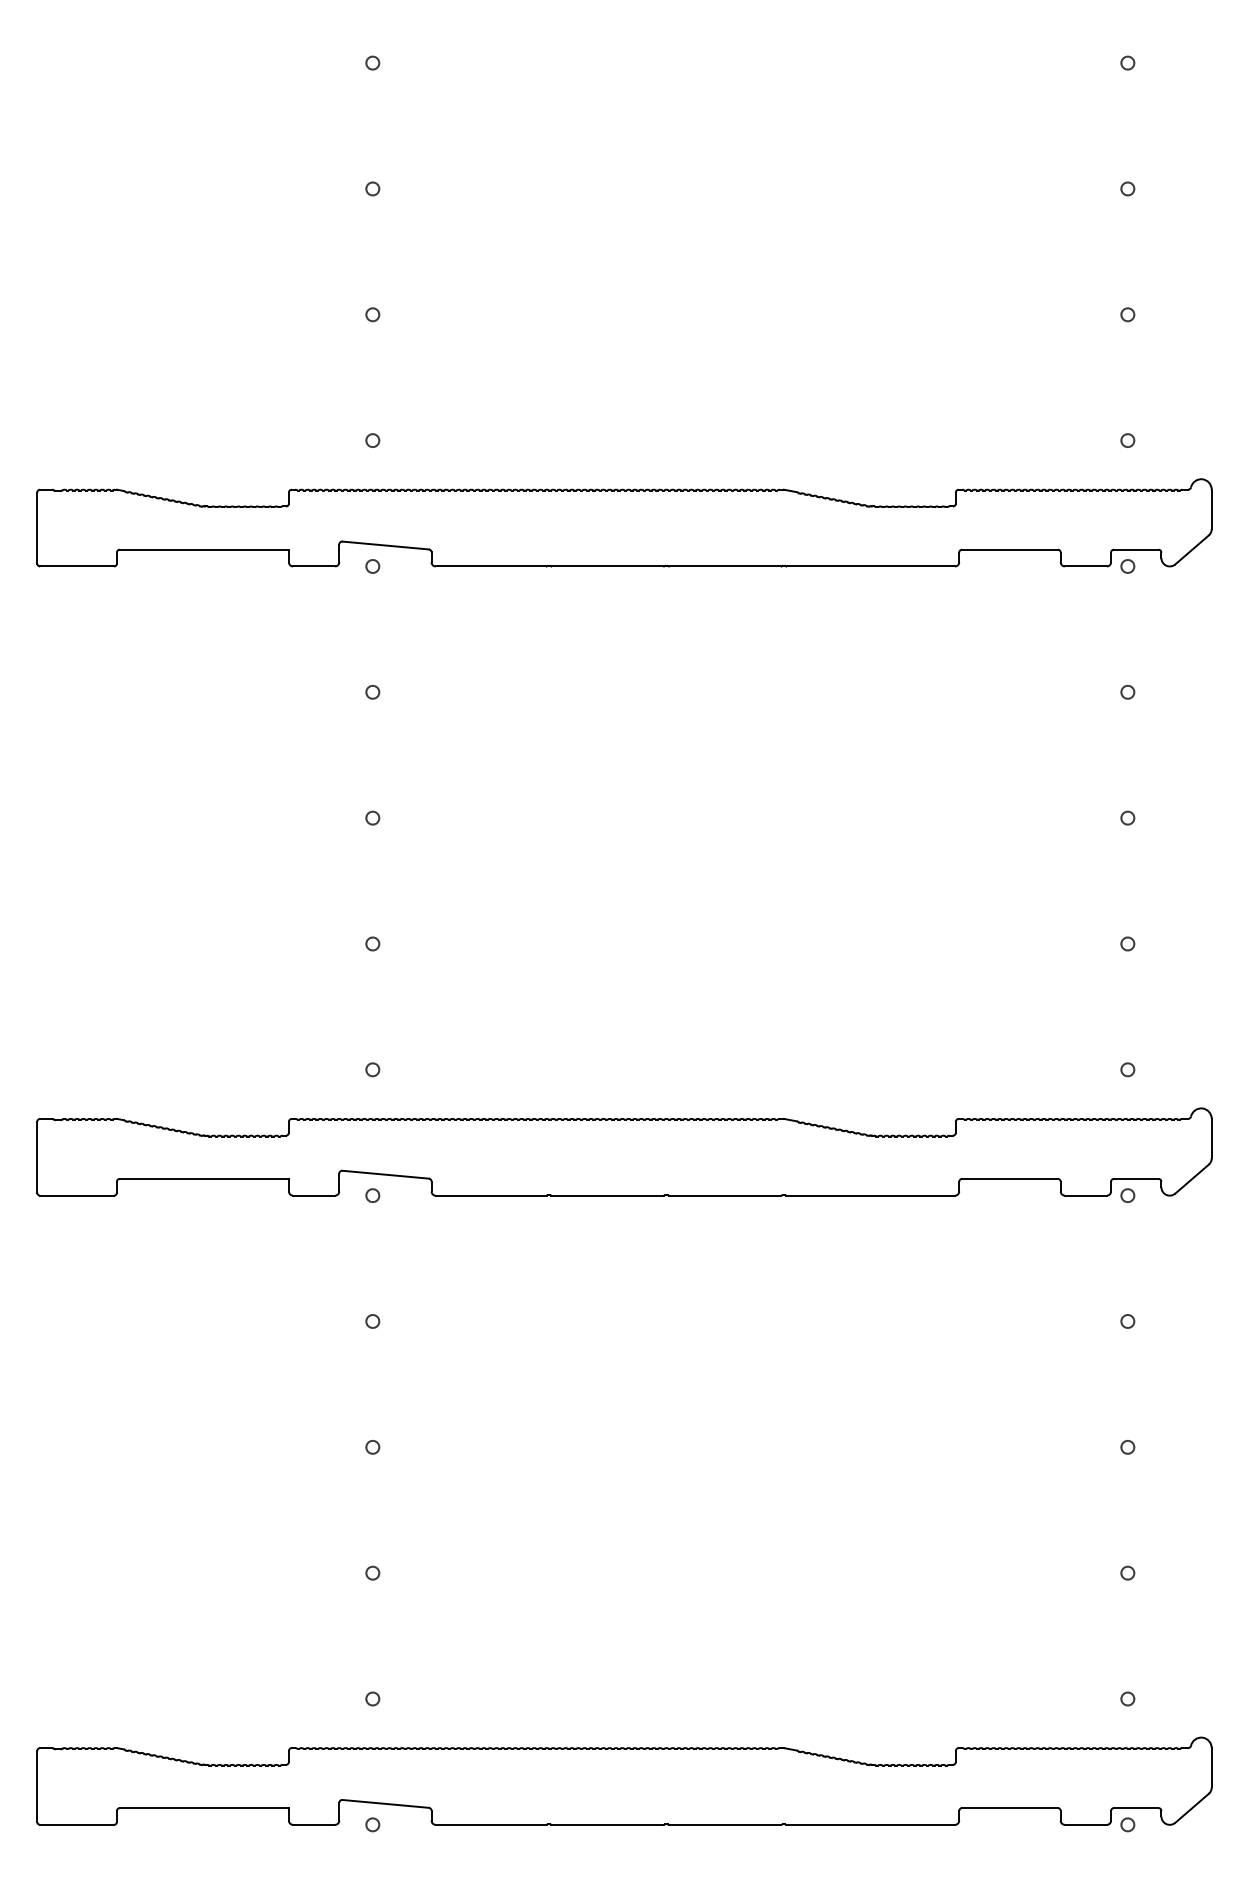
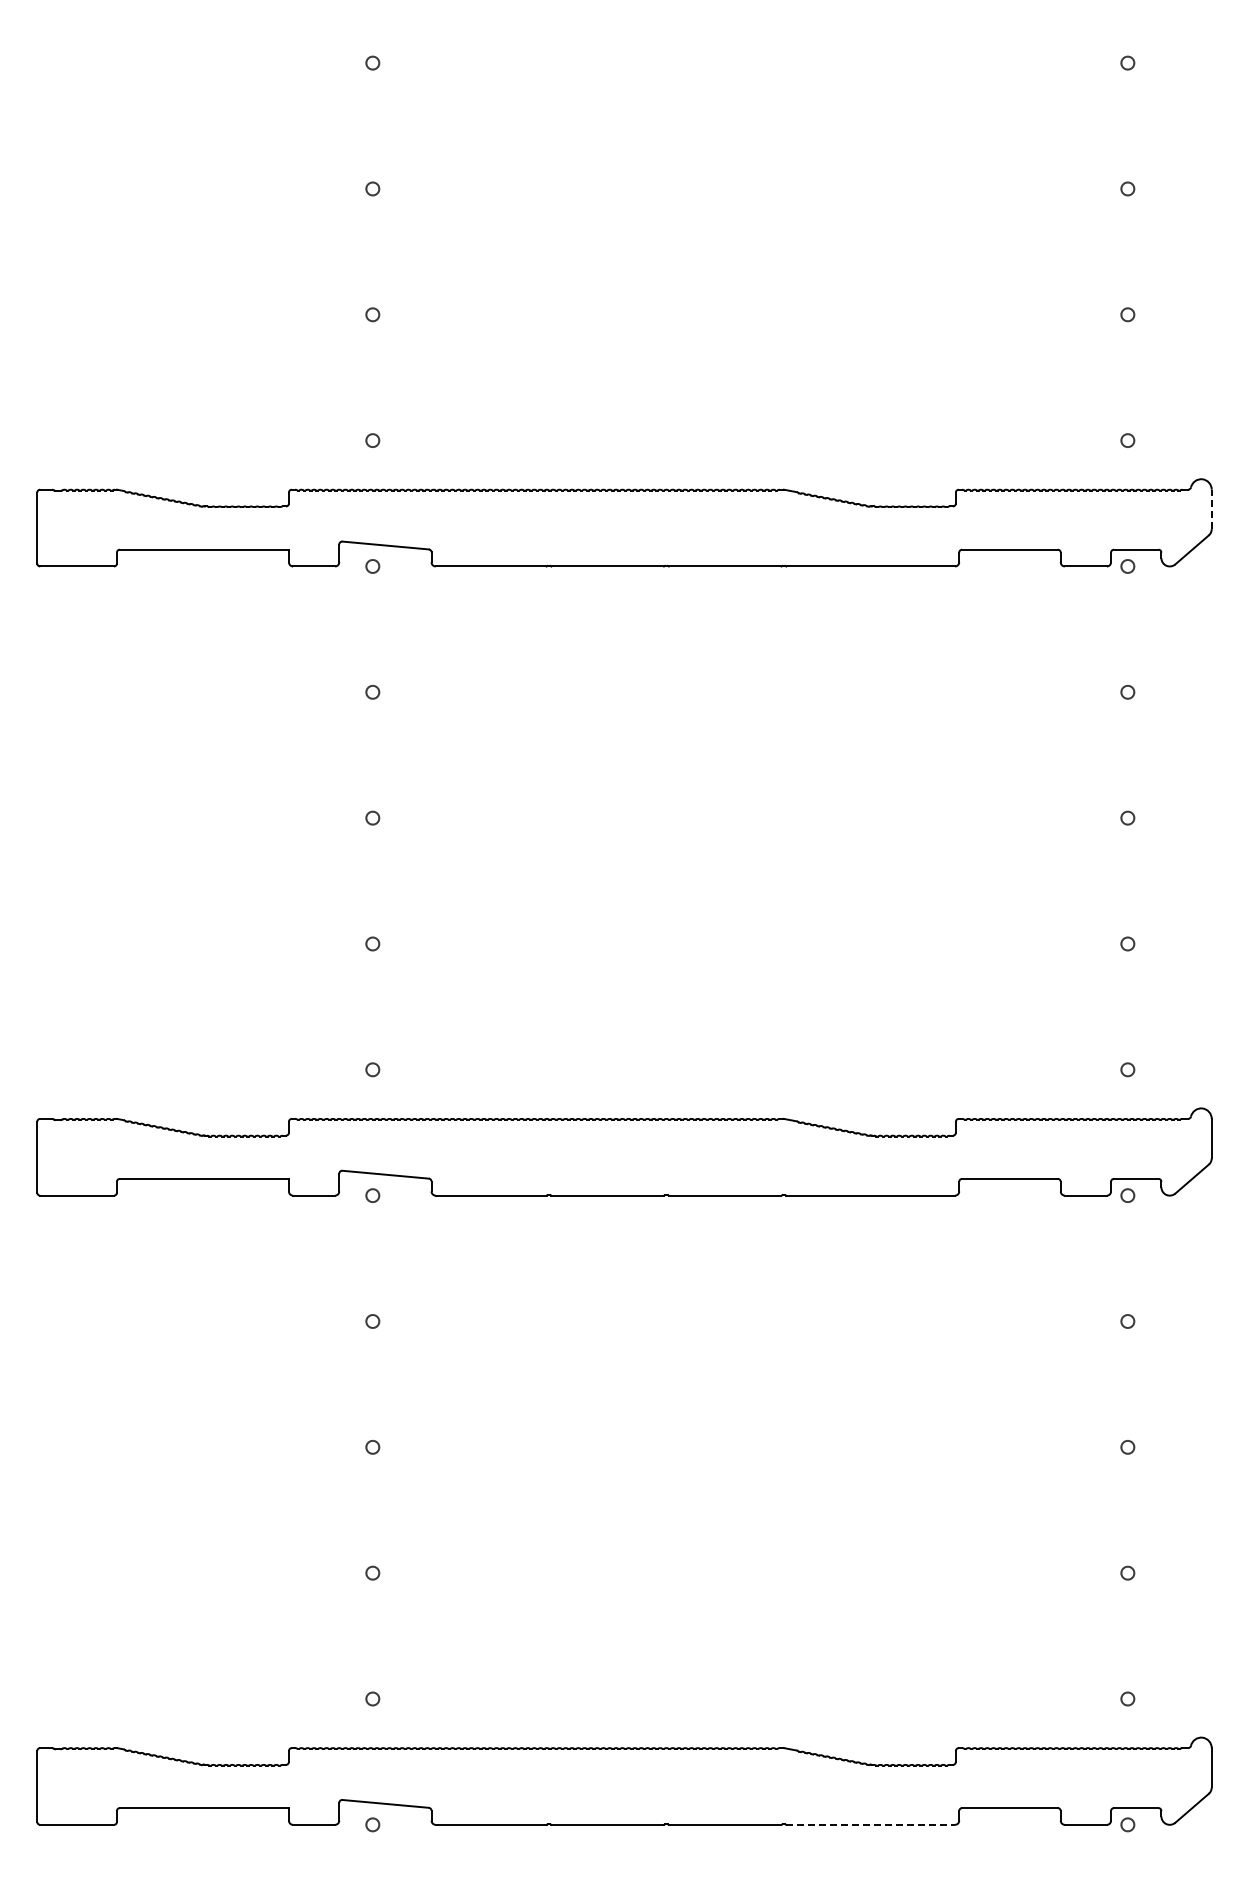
line at (1211, 509): solid -> dashed
line at (871, 1824): solid -> dashed
